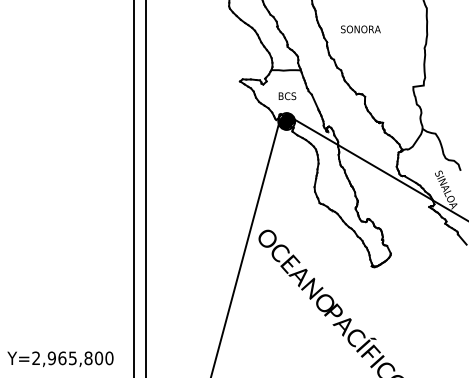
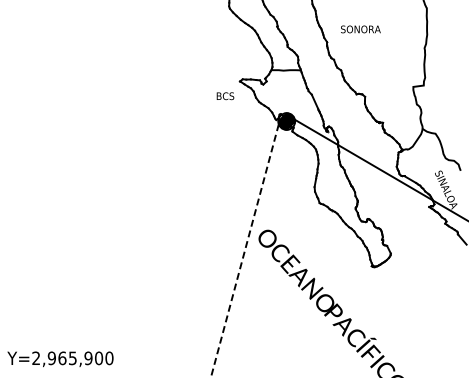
text at (287, 96) position: (287, 96) -> (225, 96)
line at (134, 188): present -> none
line at (146, 188): present -> none
line at (244, 250): solid -> dashed
text at (88, 358): Y=2,965,800 -> Y=2,965,900
